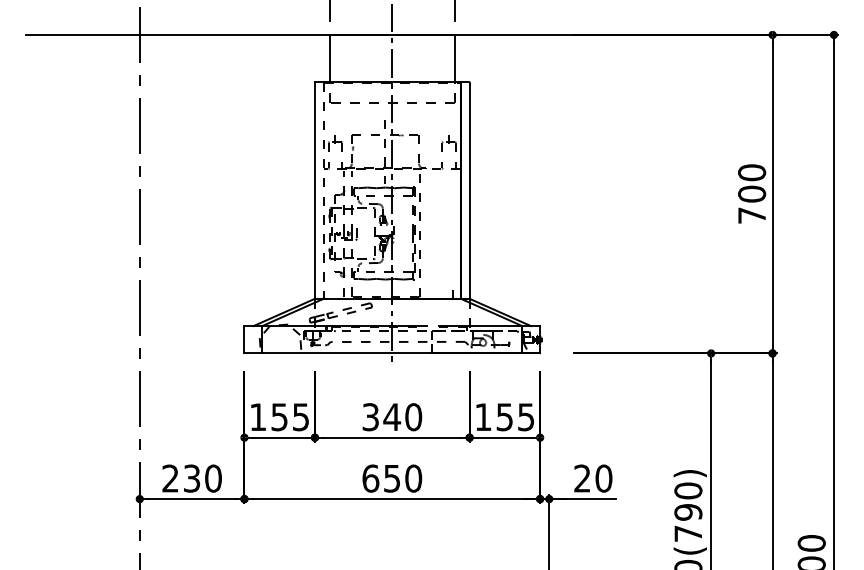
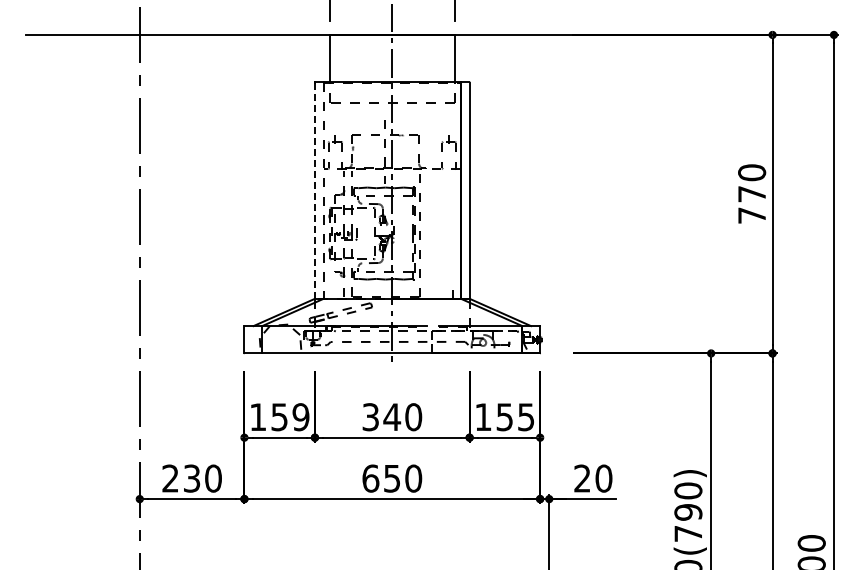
line at (314, 191): solid -> dashed
text at (752, 193): 700 -> 770
text at (300, 417): 155 -> 159
